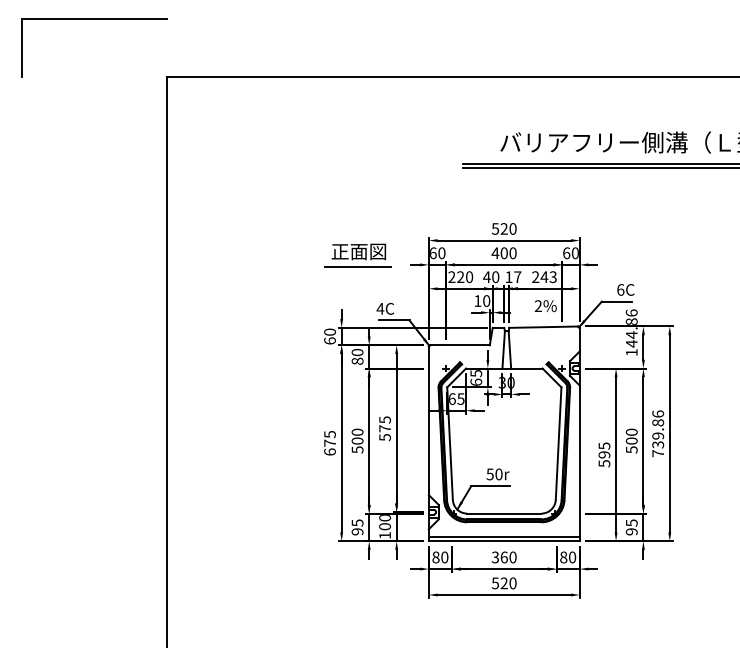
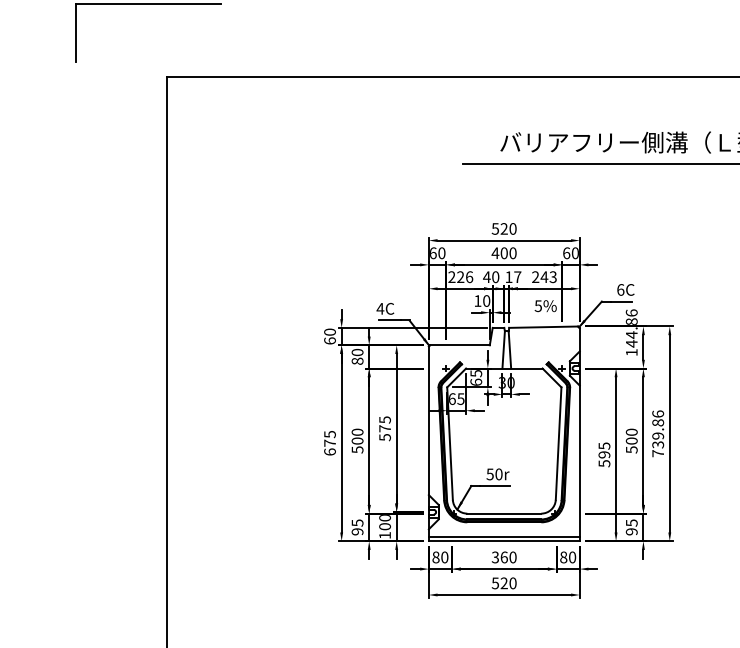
part at (94, 19) position: (94, 19) -> (148, 4)
line at (599, 167): present -> none
part at (357, 255): present -> none
text at (469, 276): 220 -> 226
text at (537, 306): 2% -> 5%
